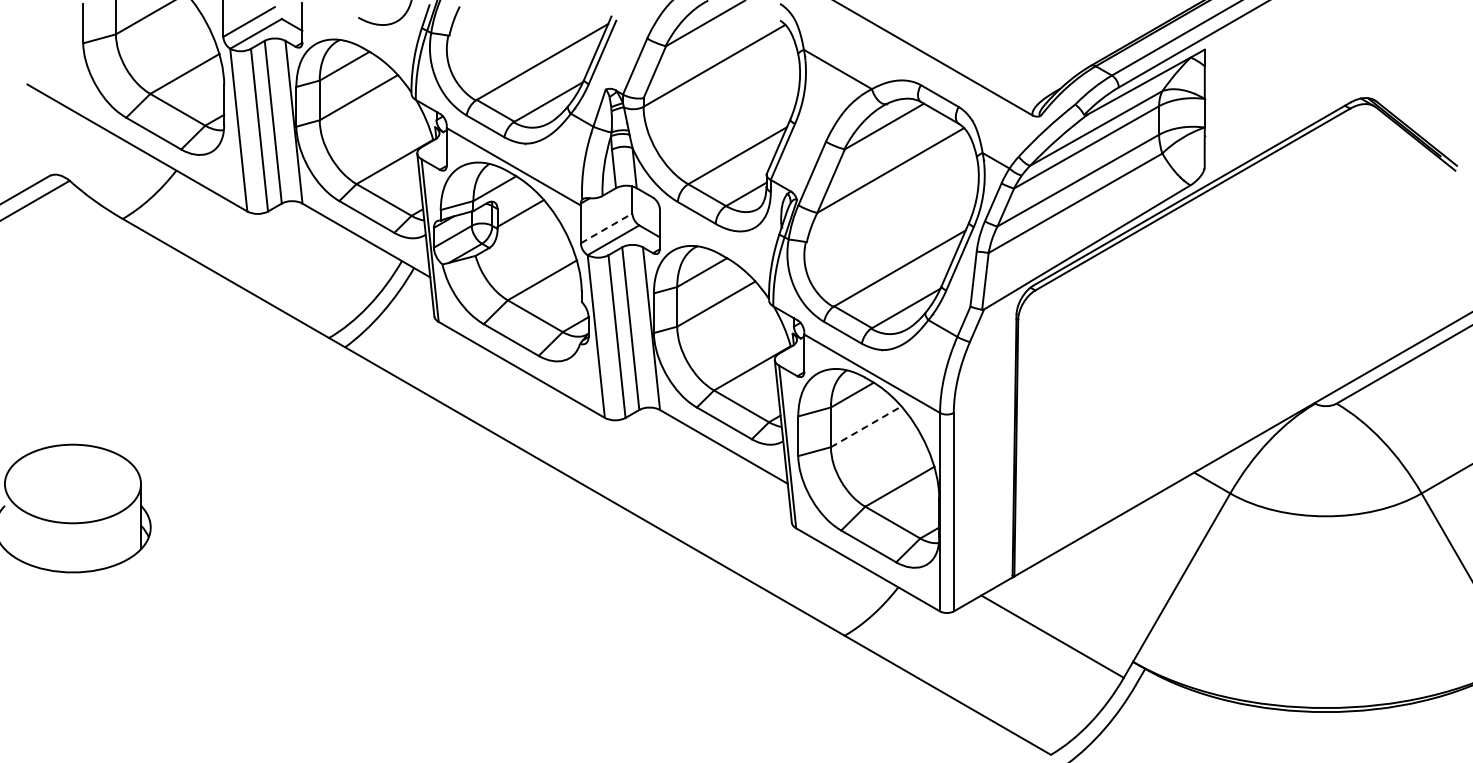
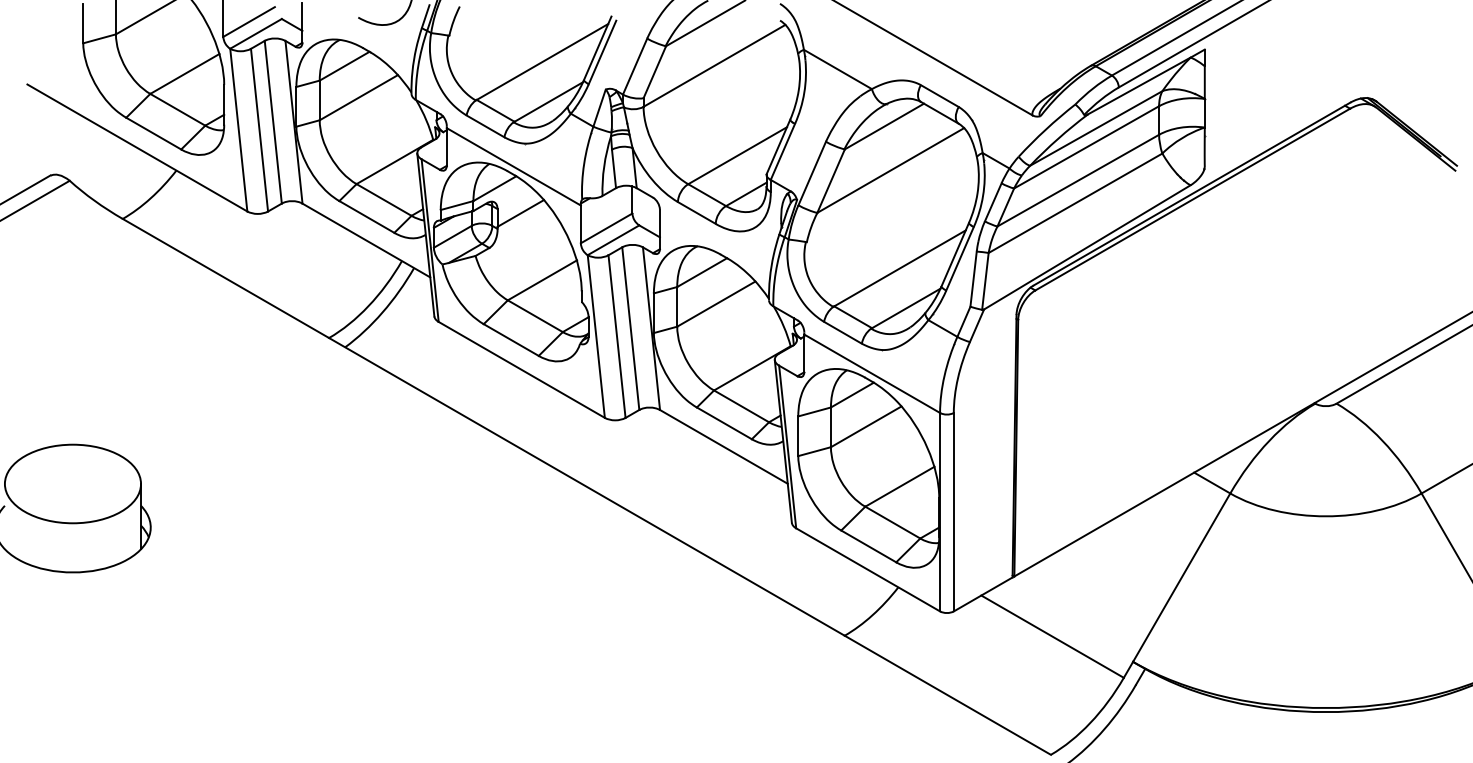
line at (606, 228): dashed -> solid
line at (866, 426): dashed -> solid
